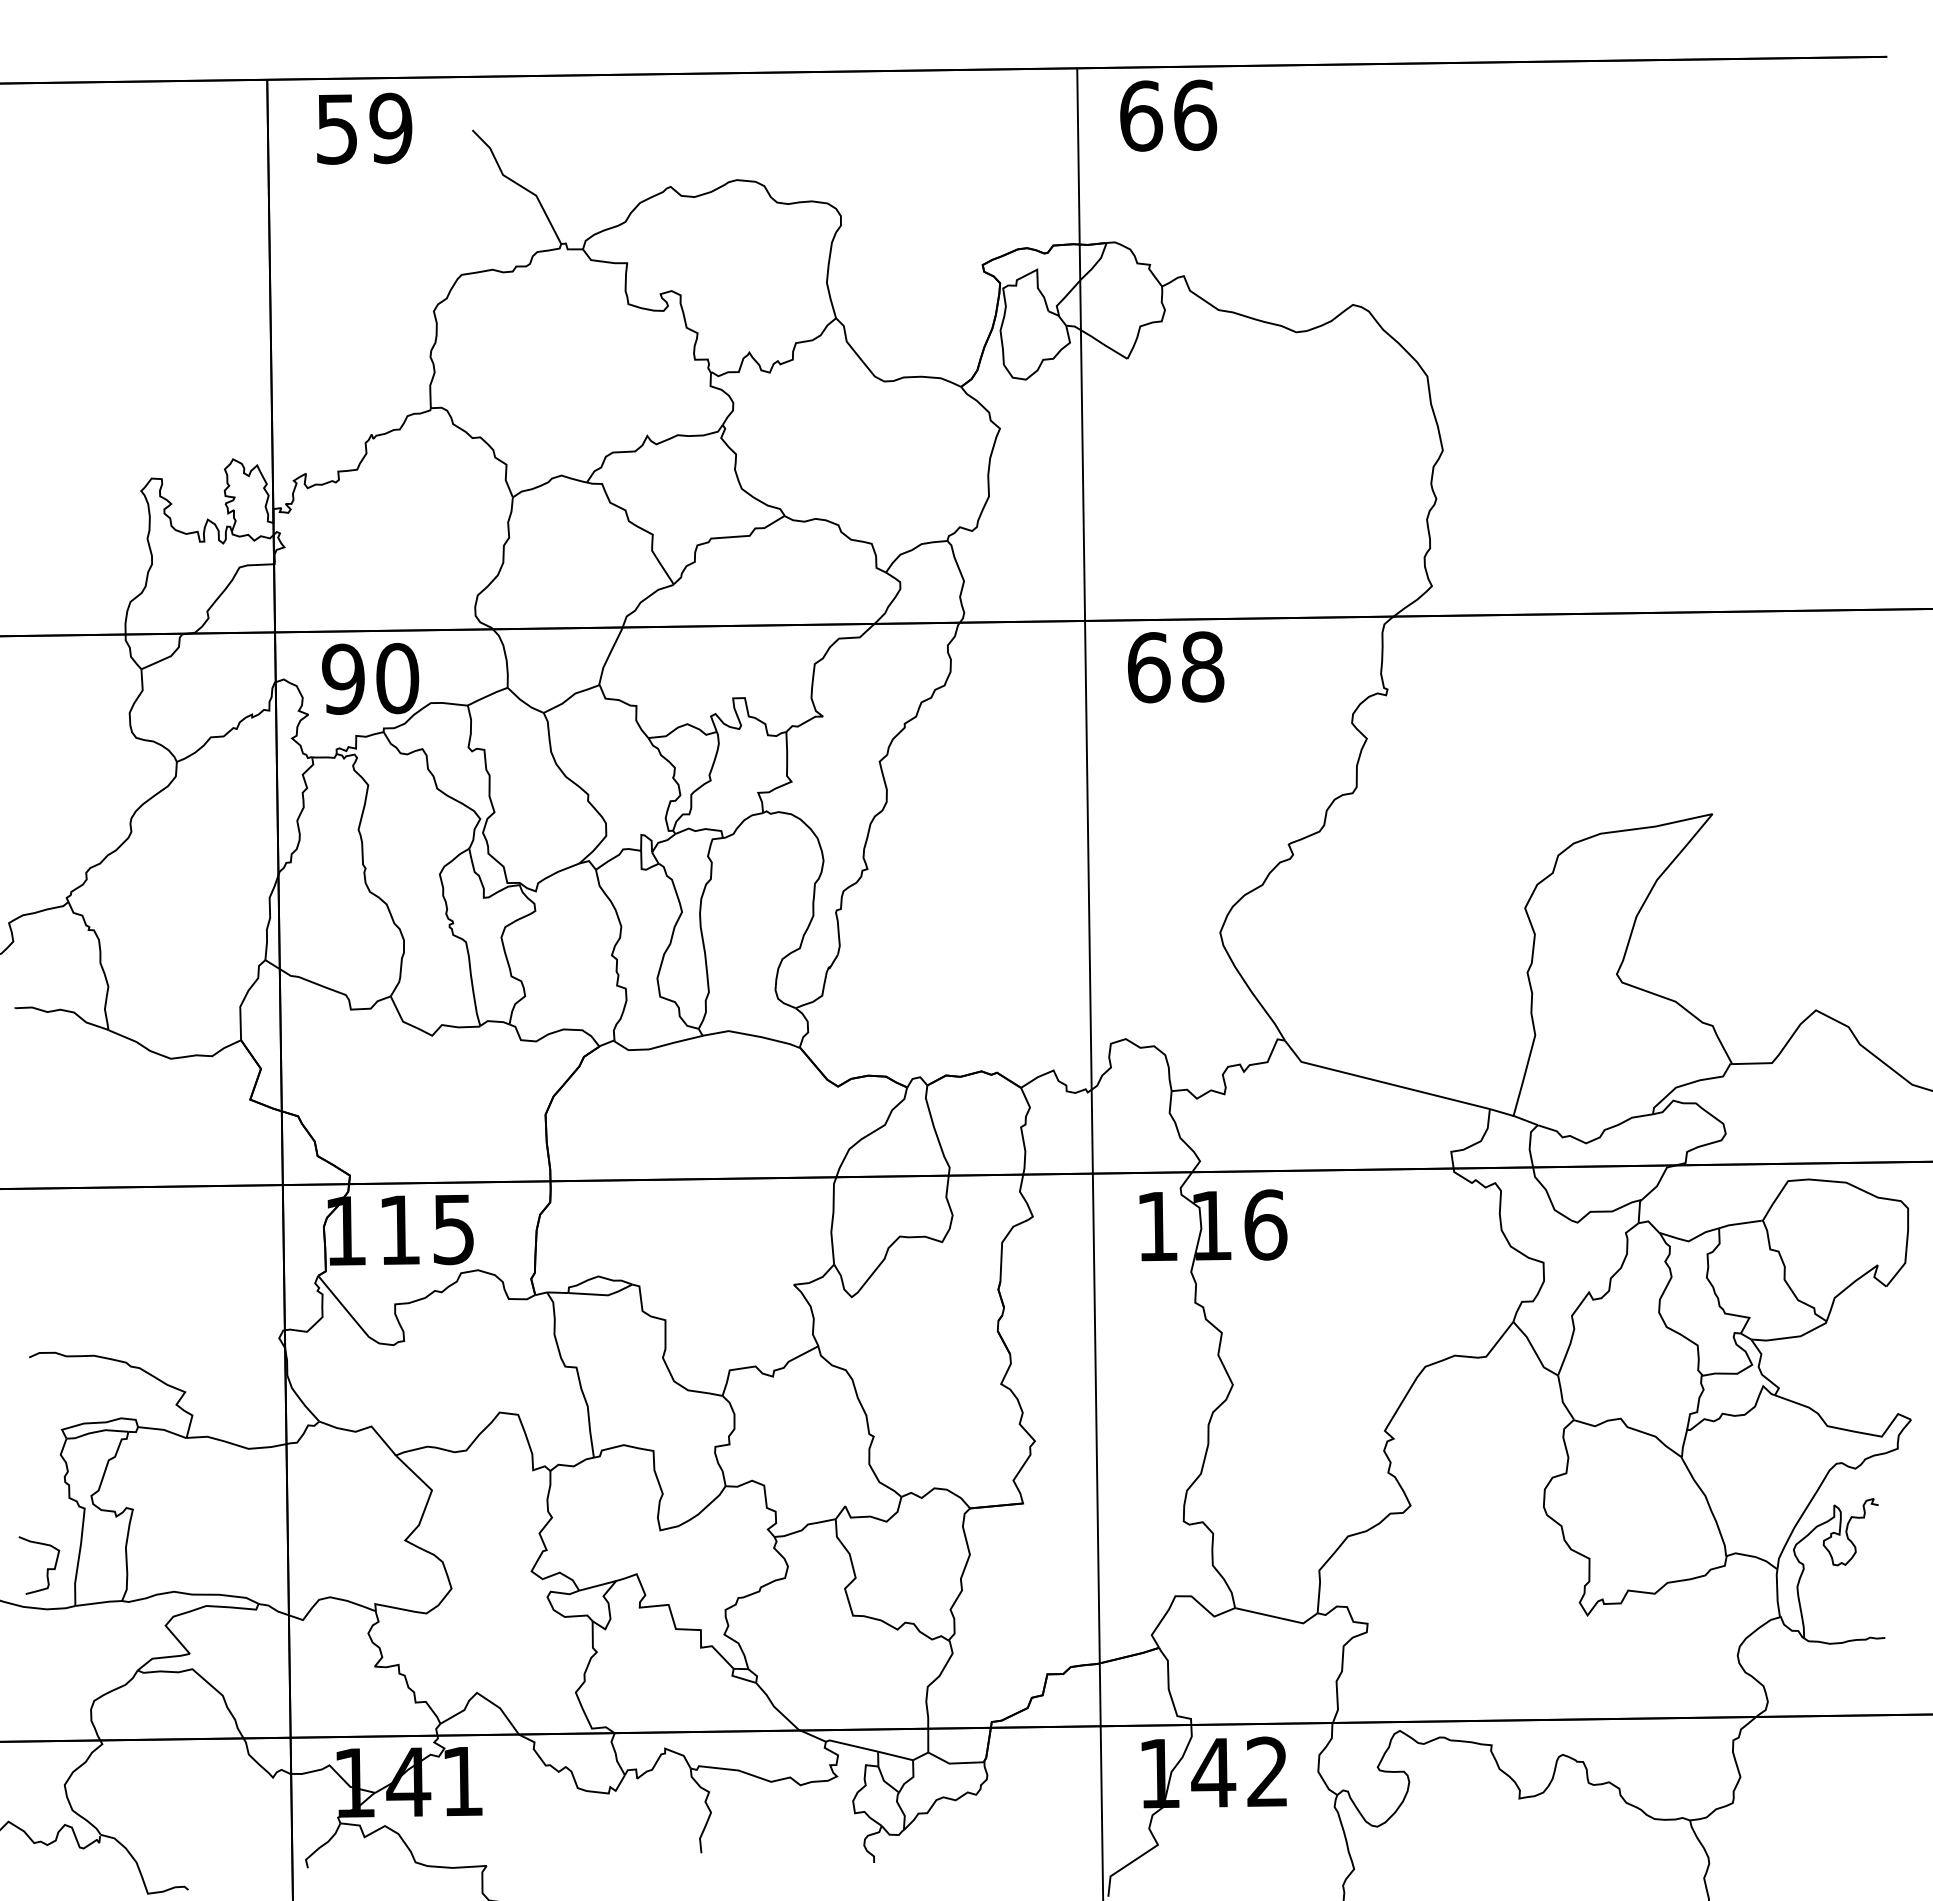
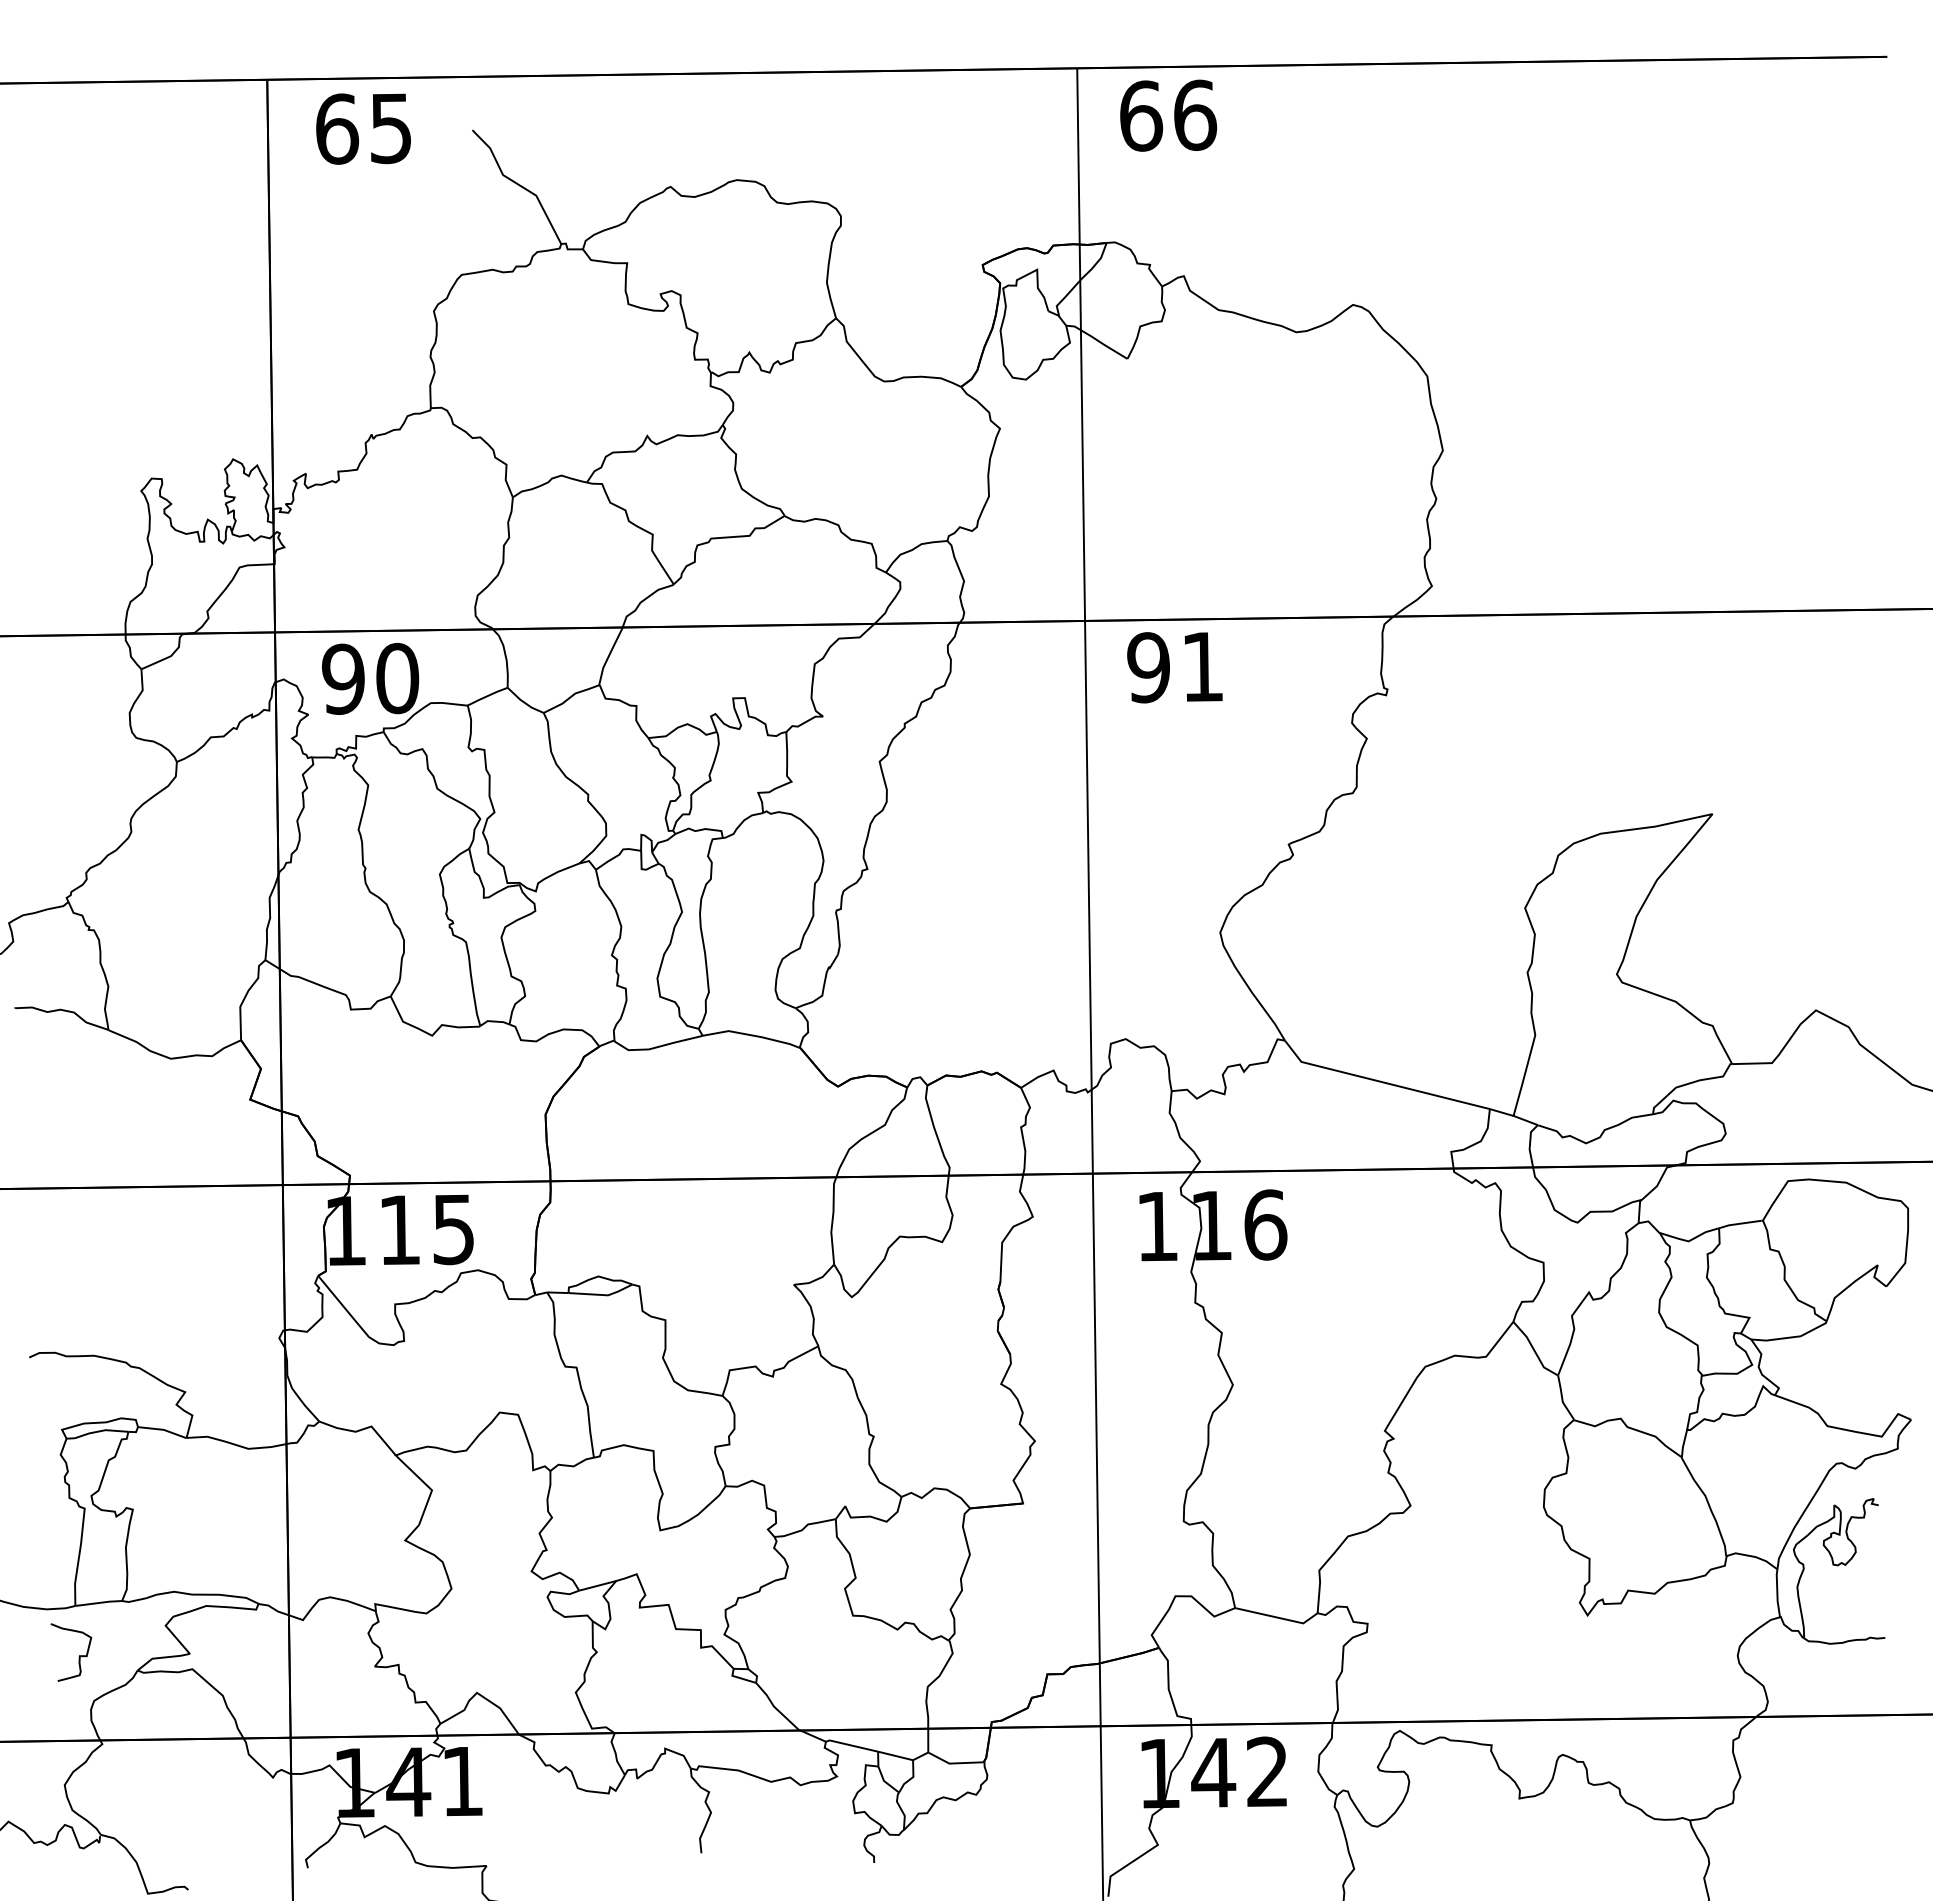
text at (364, 128): 59 -> 65
text at (1175, 667): 68 -> 91
curve at (47, 1568) position: (47, 1568) -> (79, 1655)
